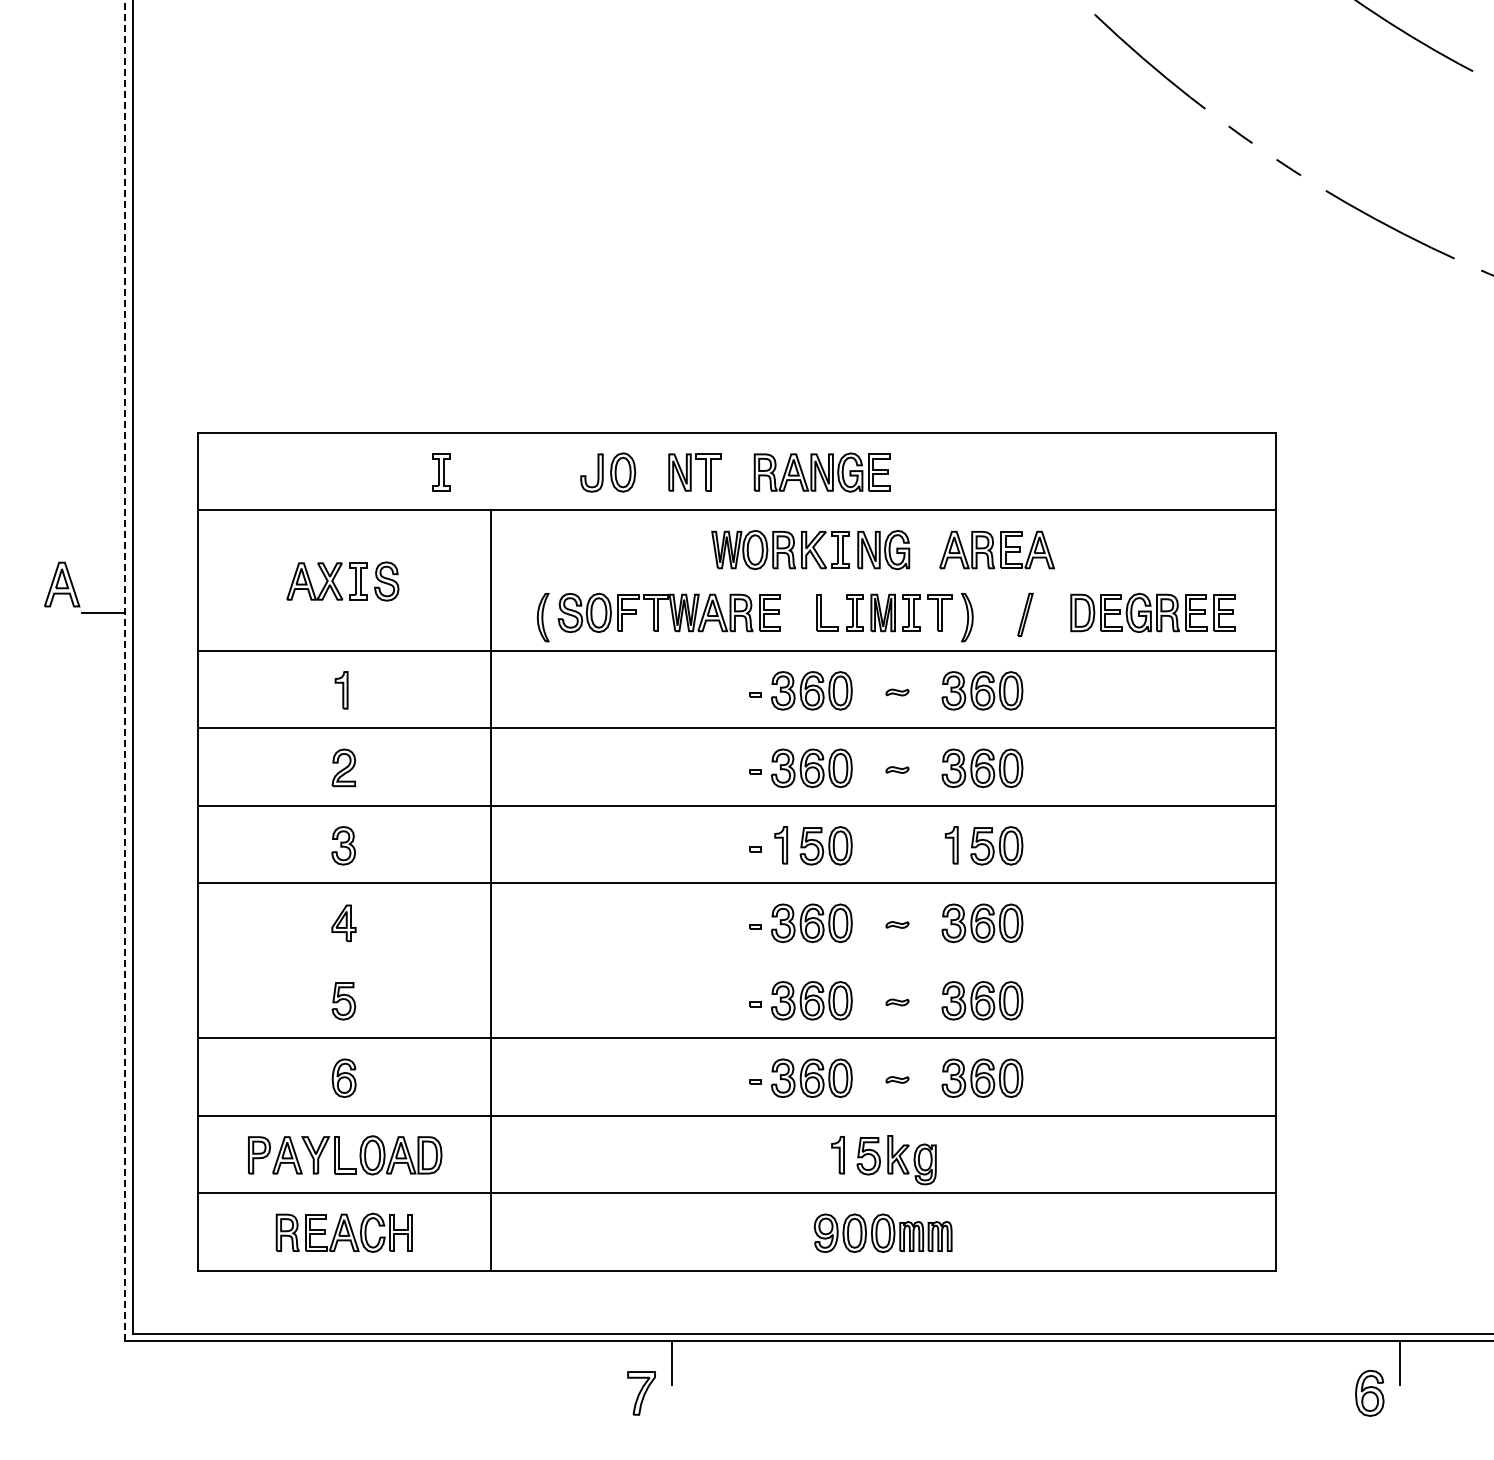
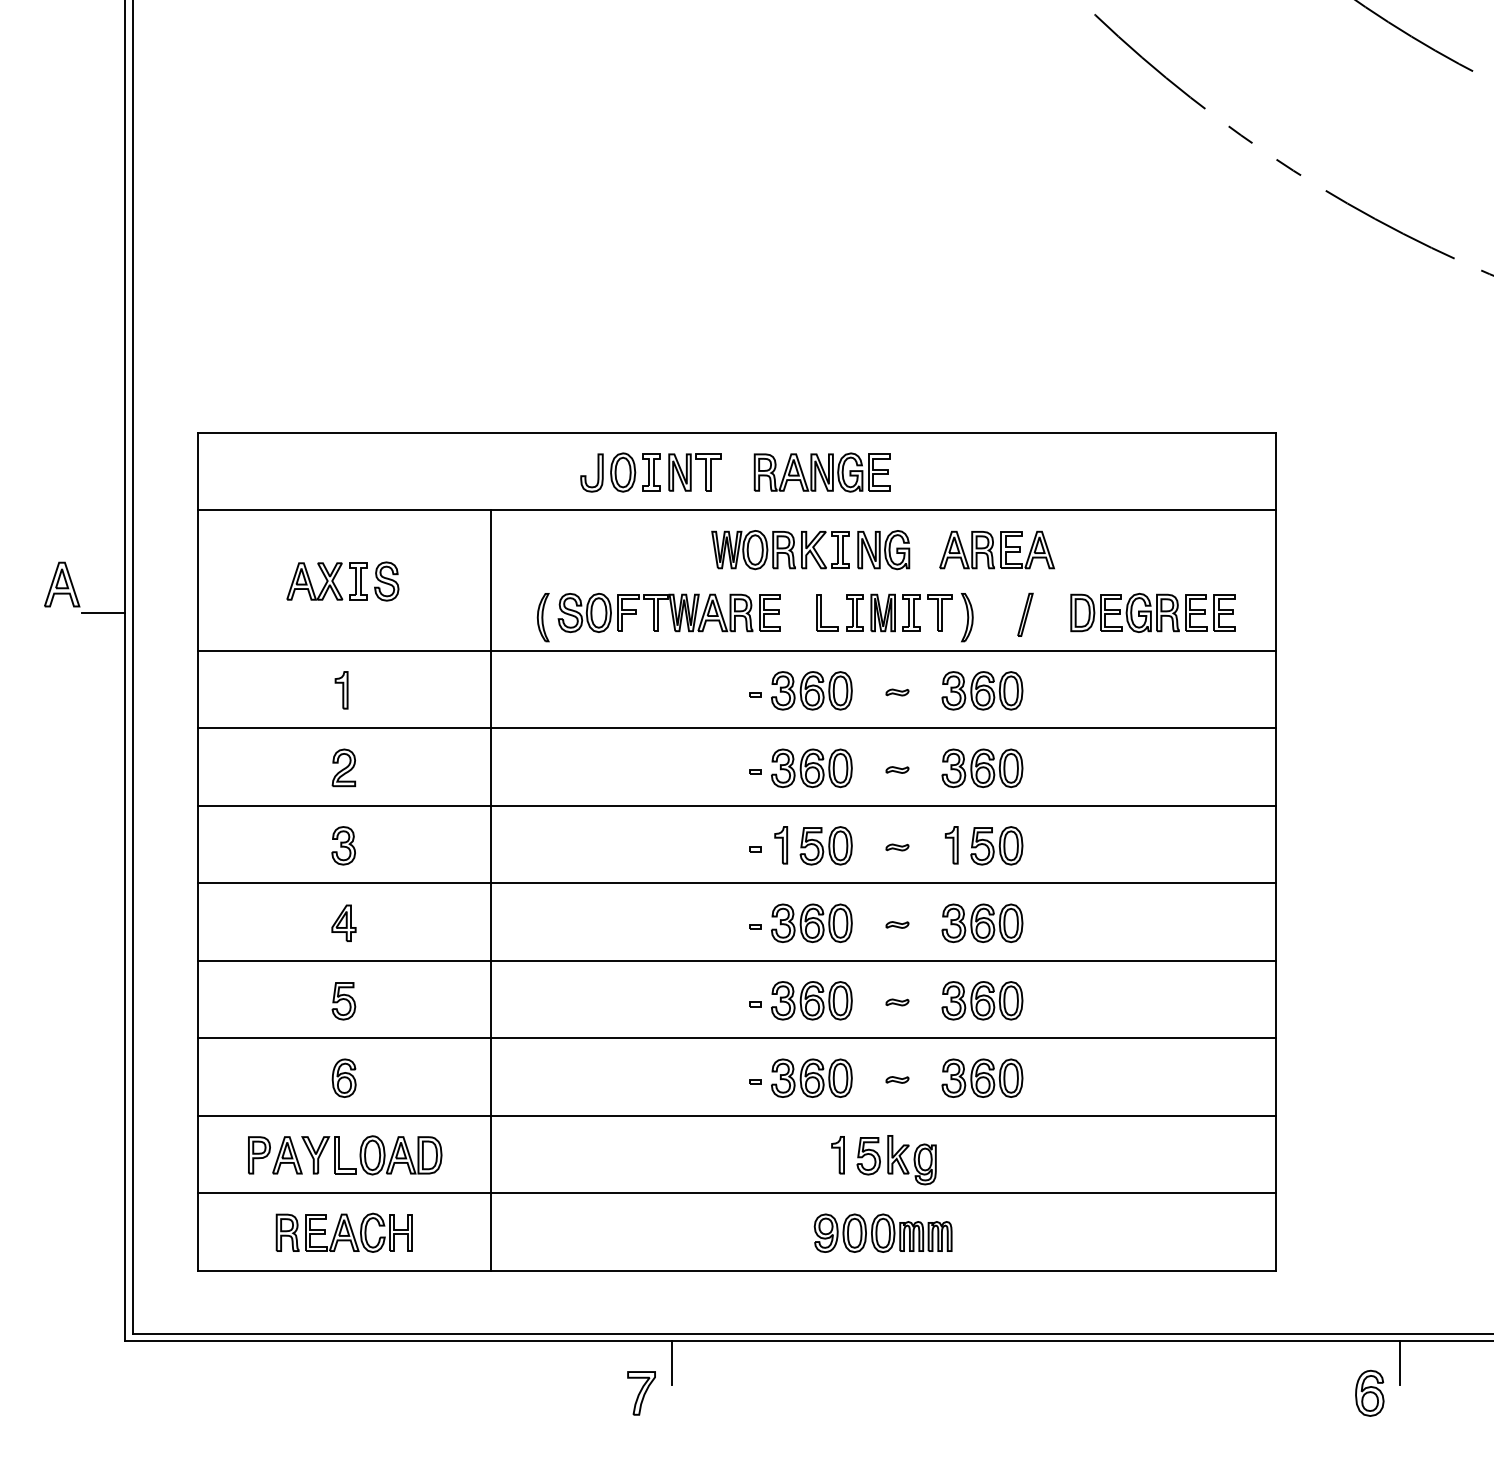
part at (441, 472) position: (441, 472) -> (651, 472)
line at (125, 670): dashed -> solid
part at (897, 847): none -> present
line at (736, 960): none -> present
